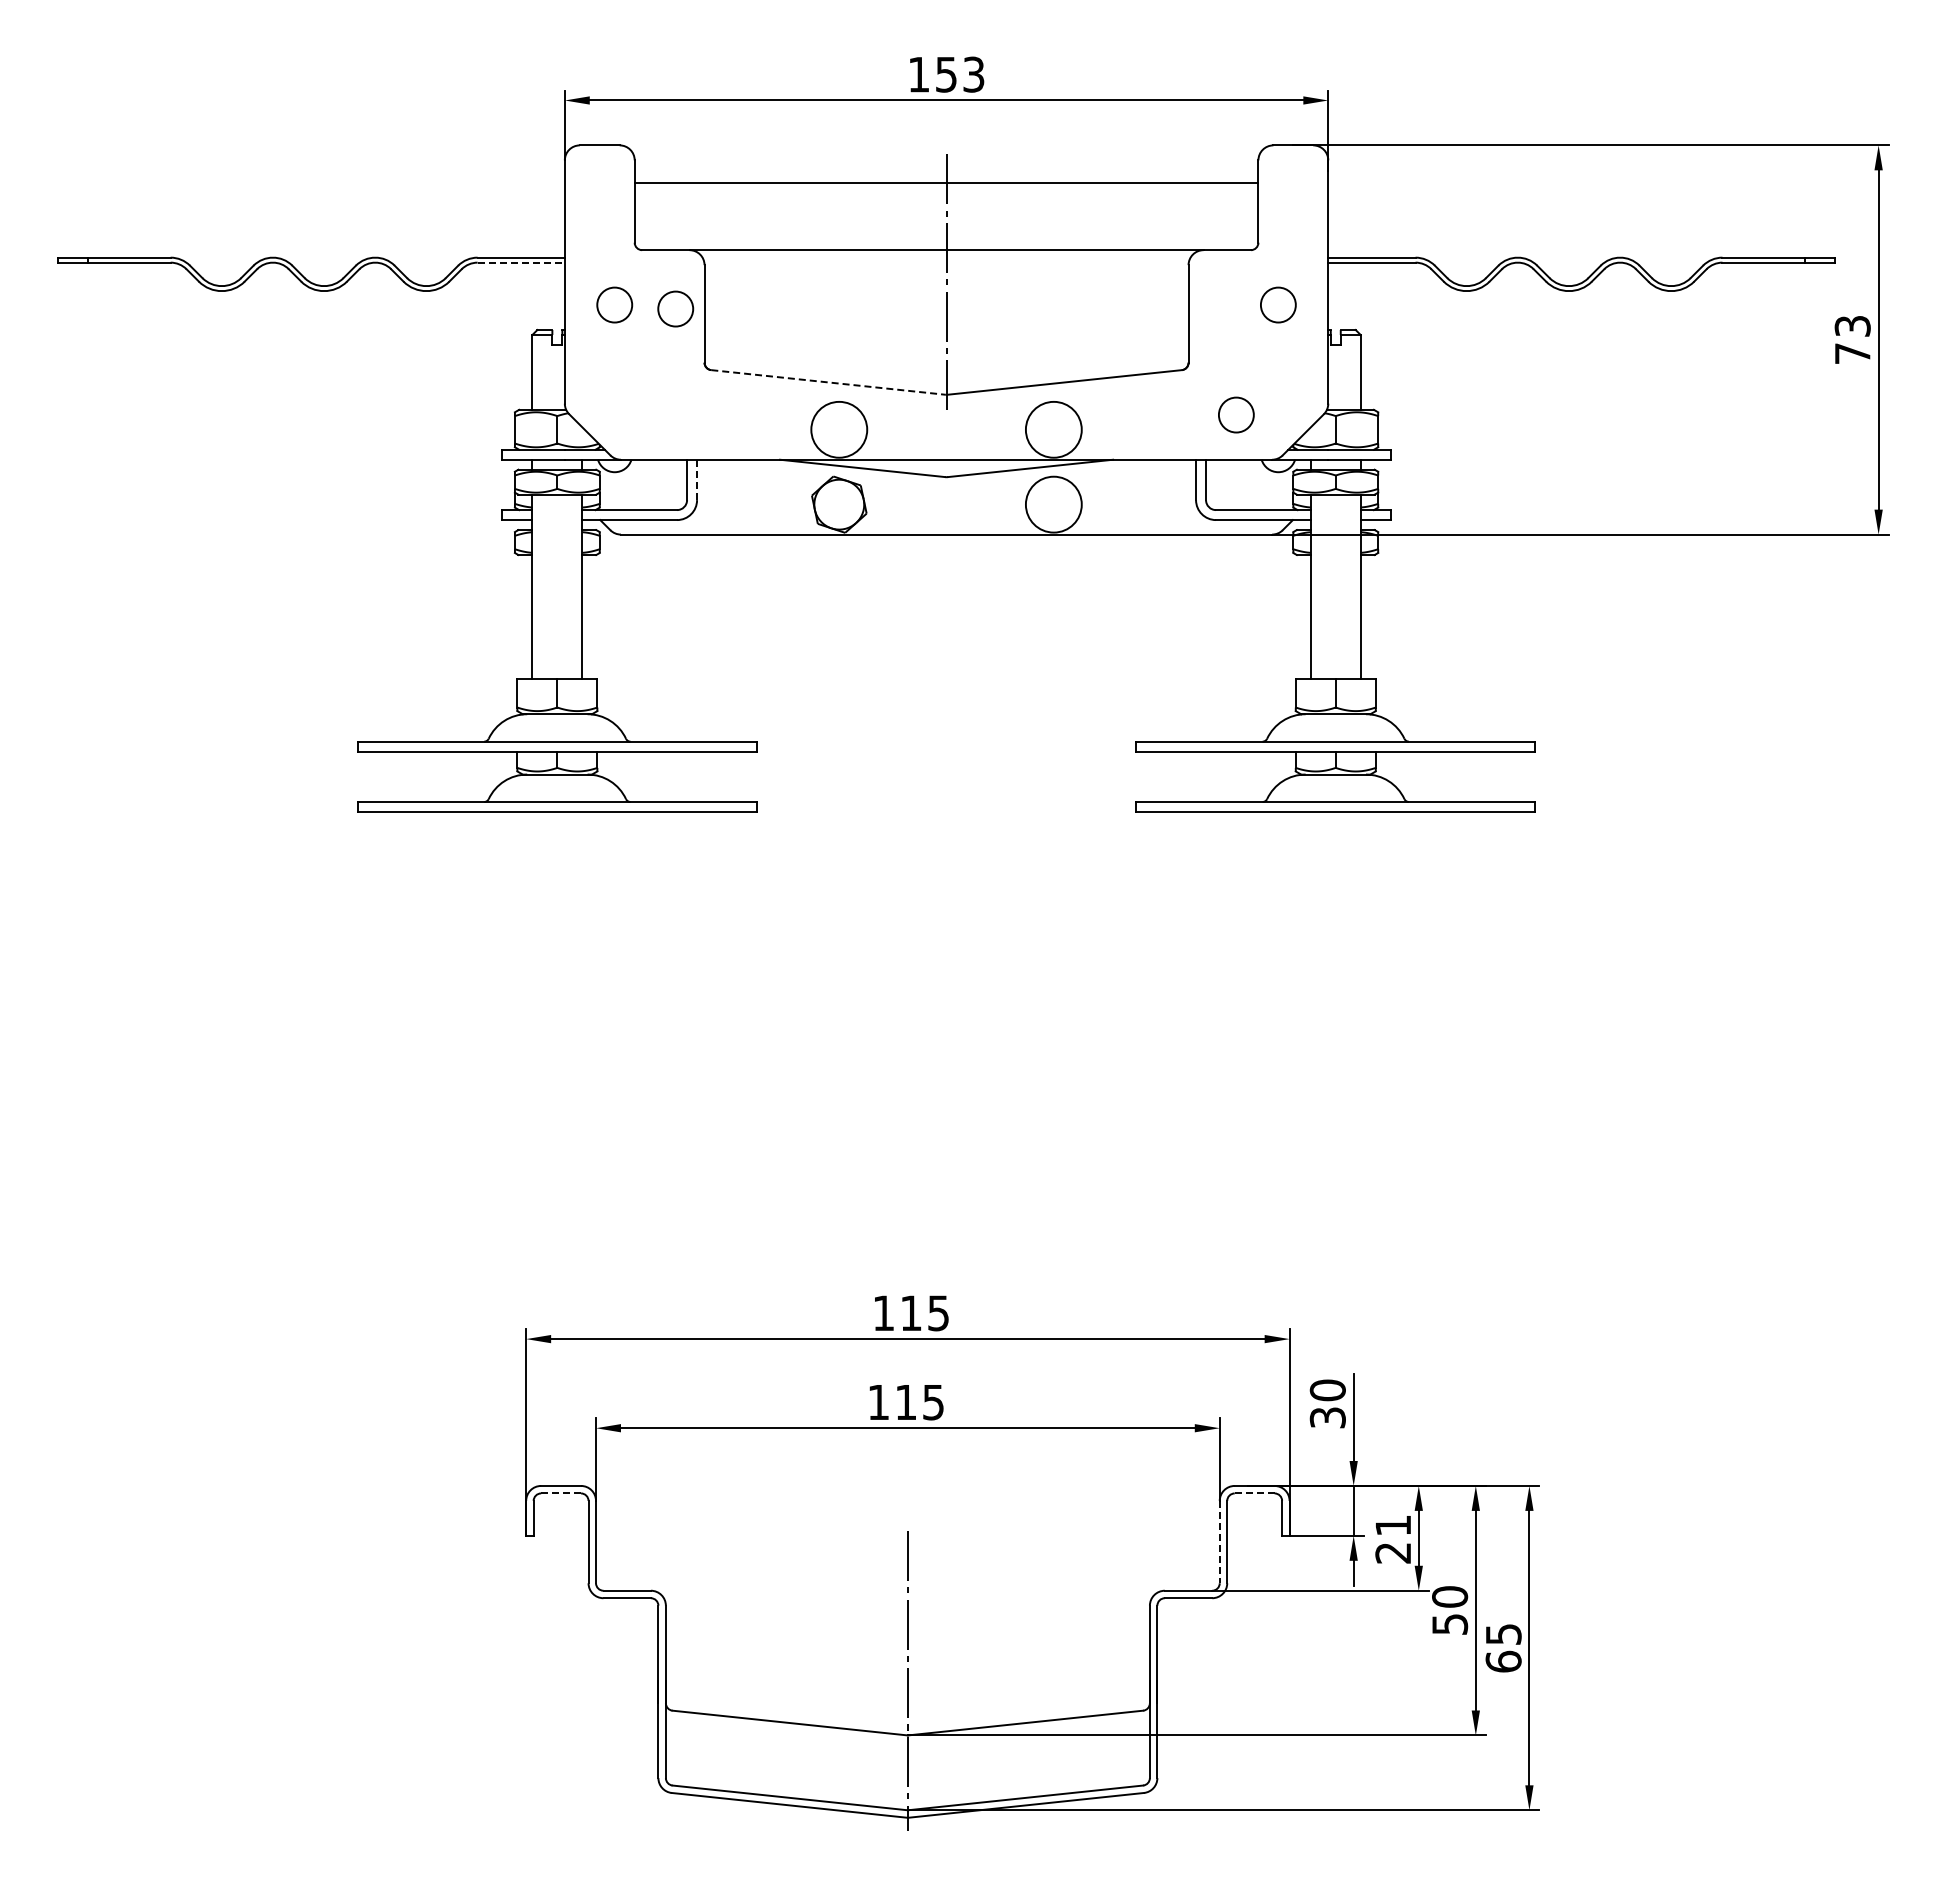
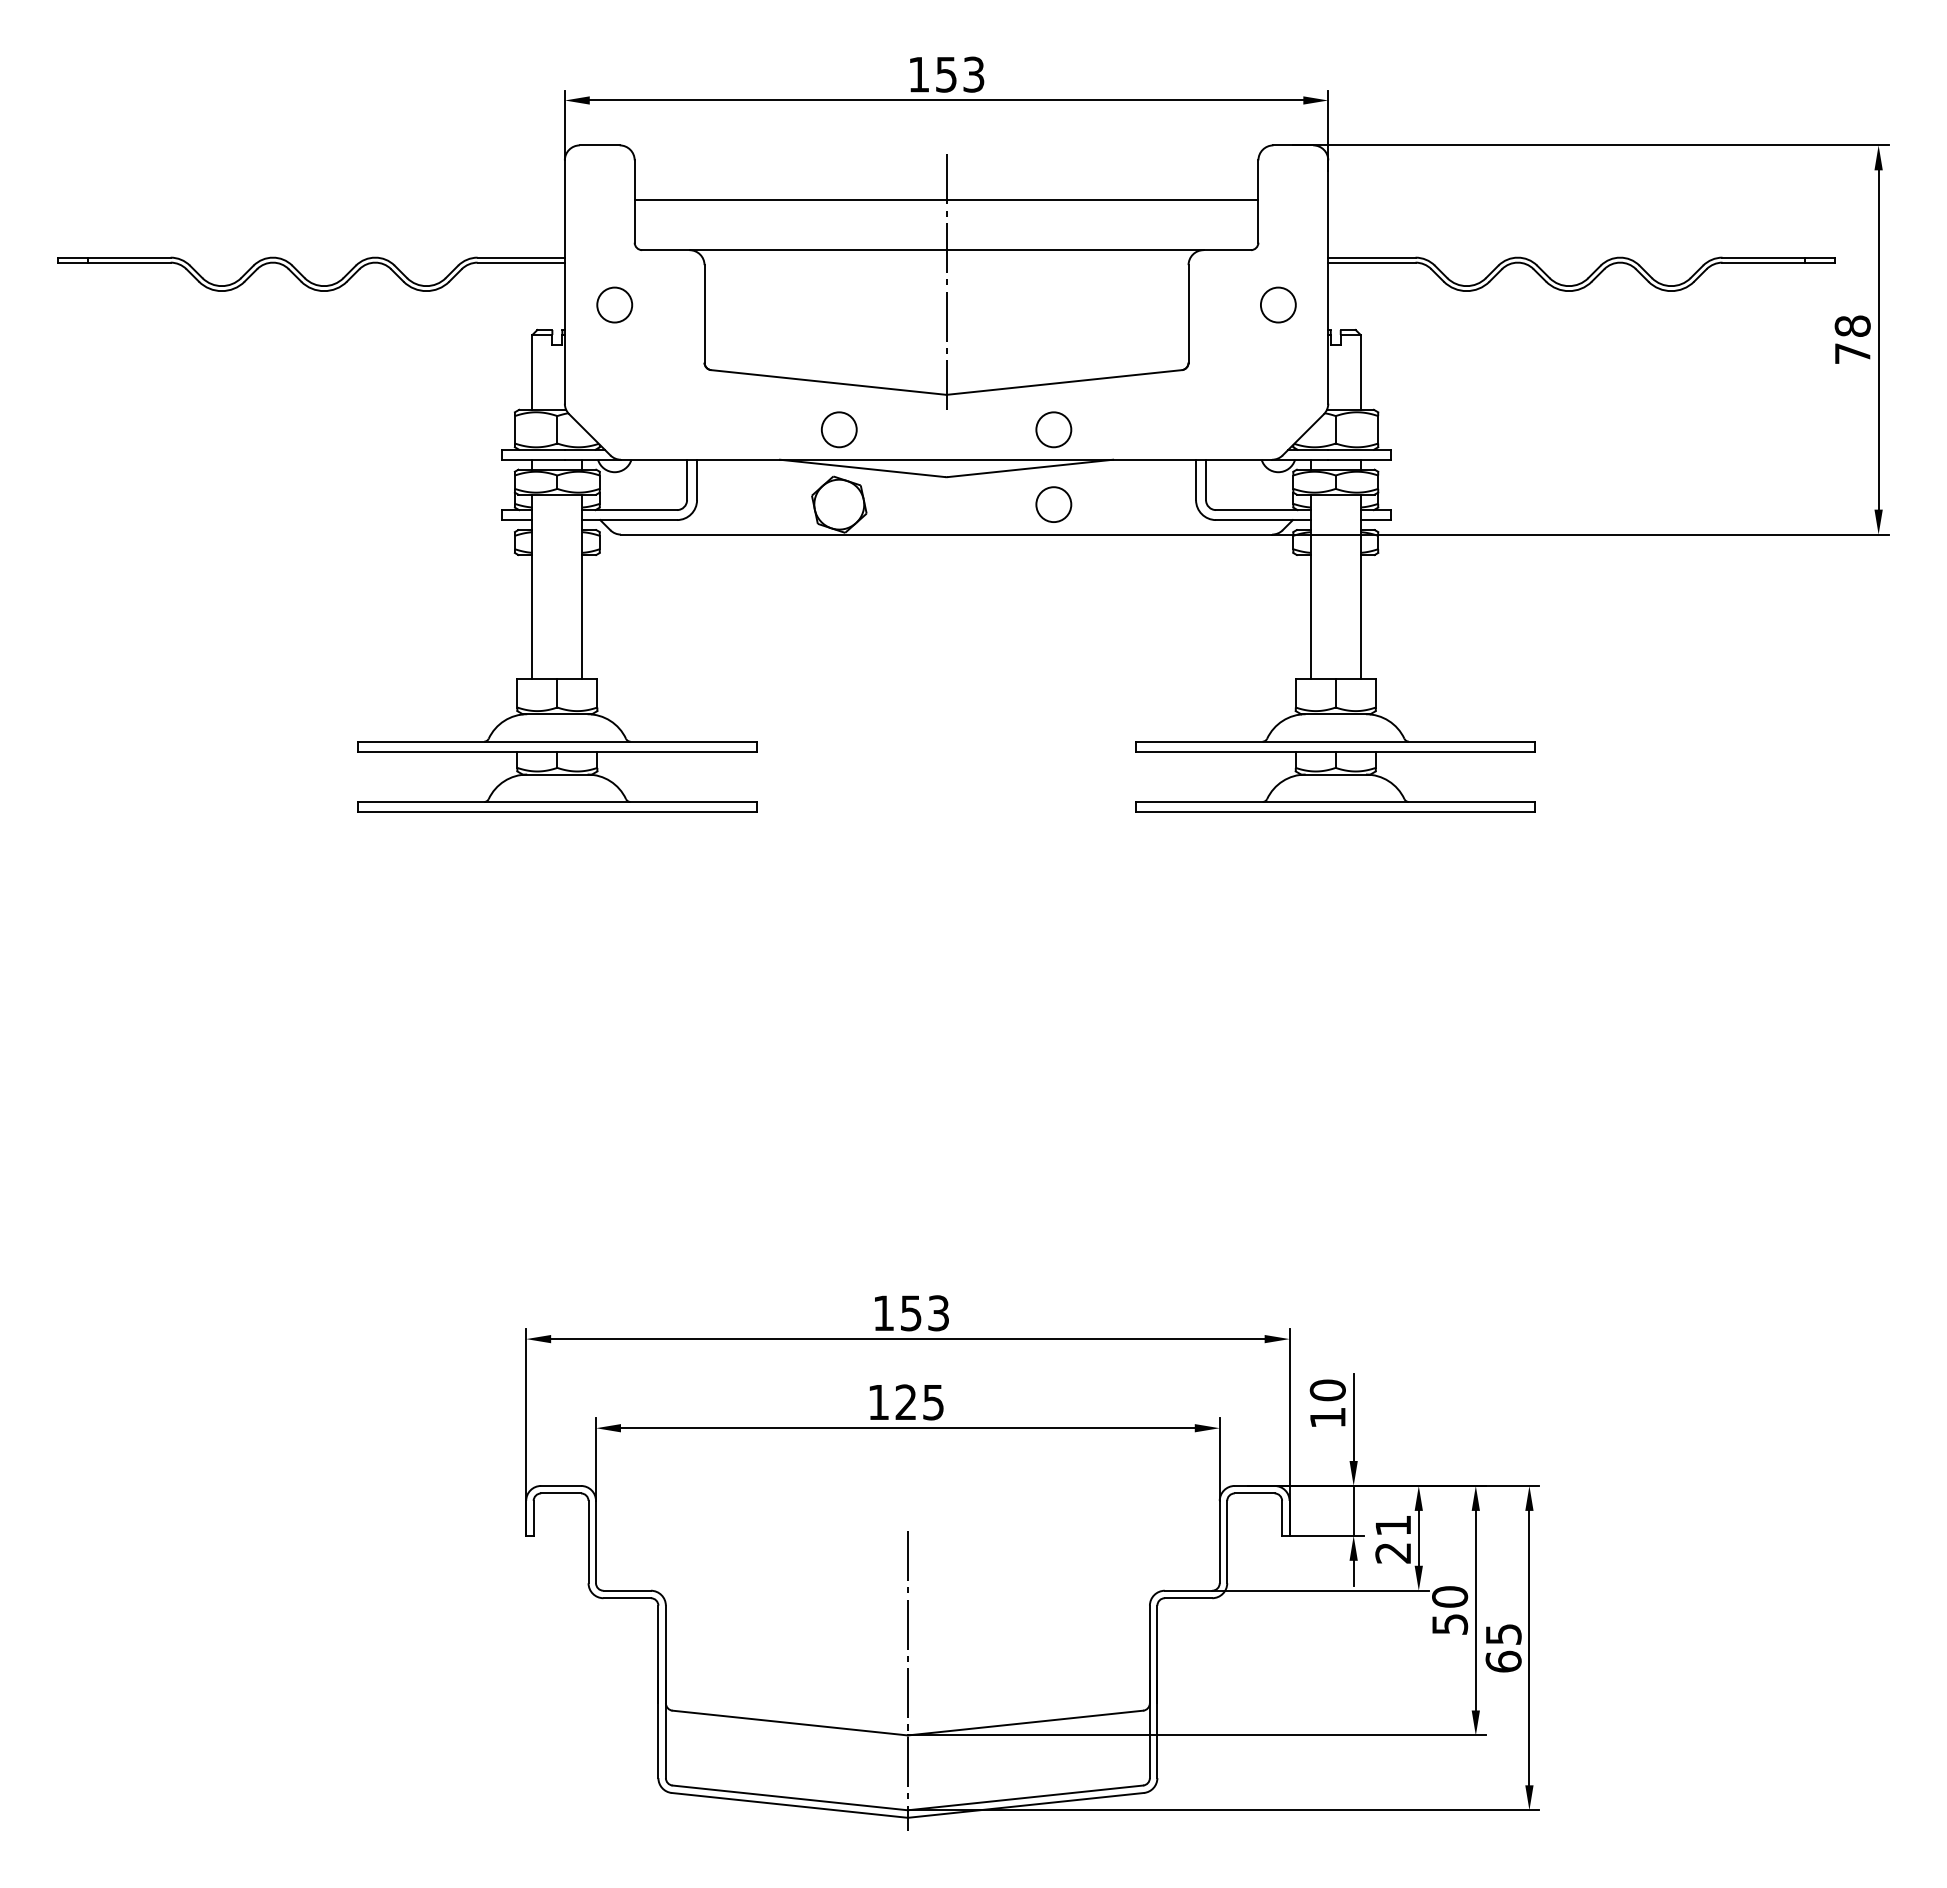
line at (946, 183) position: (946, 183) -> (946, 200)
line at (521, 262): dashed -> solid
circle at (675, 308): present -> none
text at (1852, 325): 73 -> 78
line at (828, 382): dashed -> solid
circle at (1236, 414): present -> none
circle at (839, 429) diameter: 56 px -> 35 px
circle at (1053, 429) diameter: 56 px -> 35 px
line at (697, 480): dashed -> solid
circle at (1053, 504) diameter: 56 px -> 35 px
text at (924, 1313): 115 -> 153
text at (905, 1401): 115 -> 125
text at (1327, 1417): 30 -> 10
line at (561, 1493): dashed -> solid
line at (1254, 1493): dashed -> solid
line at (1219, 1542): dashed -> solid
